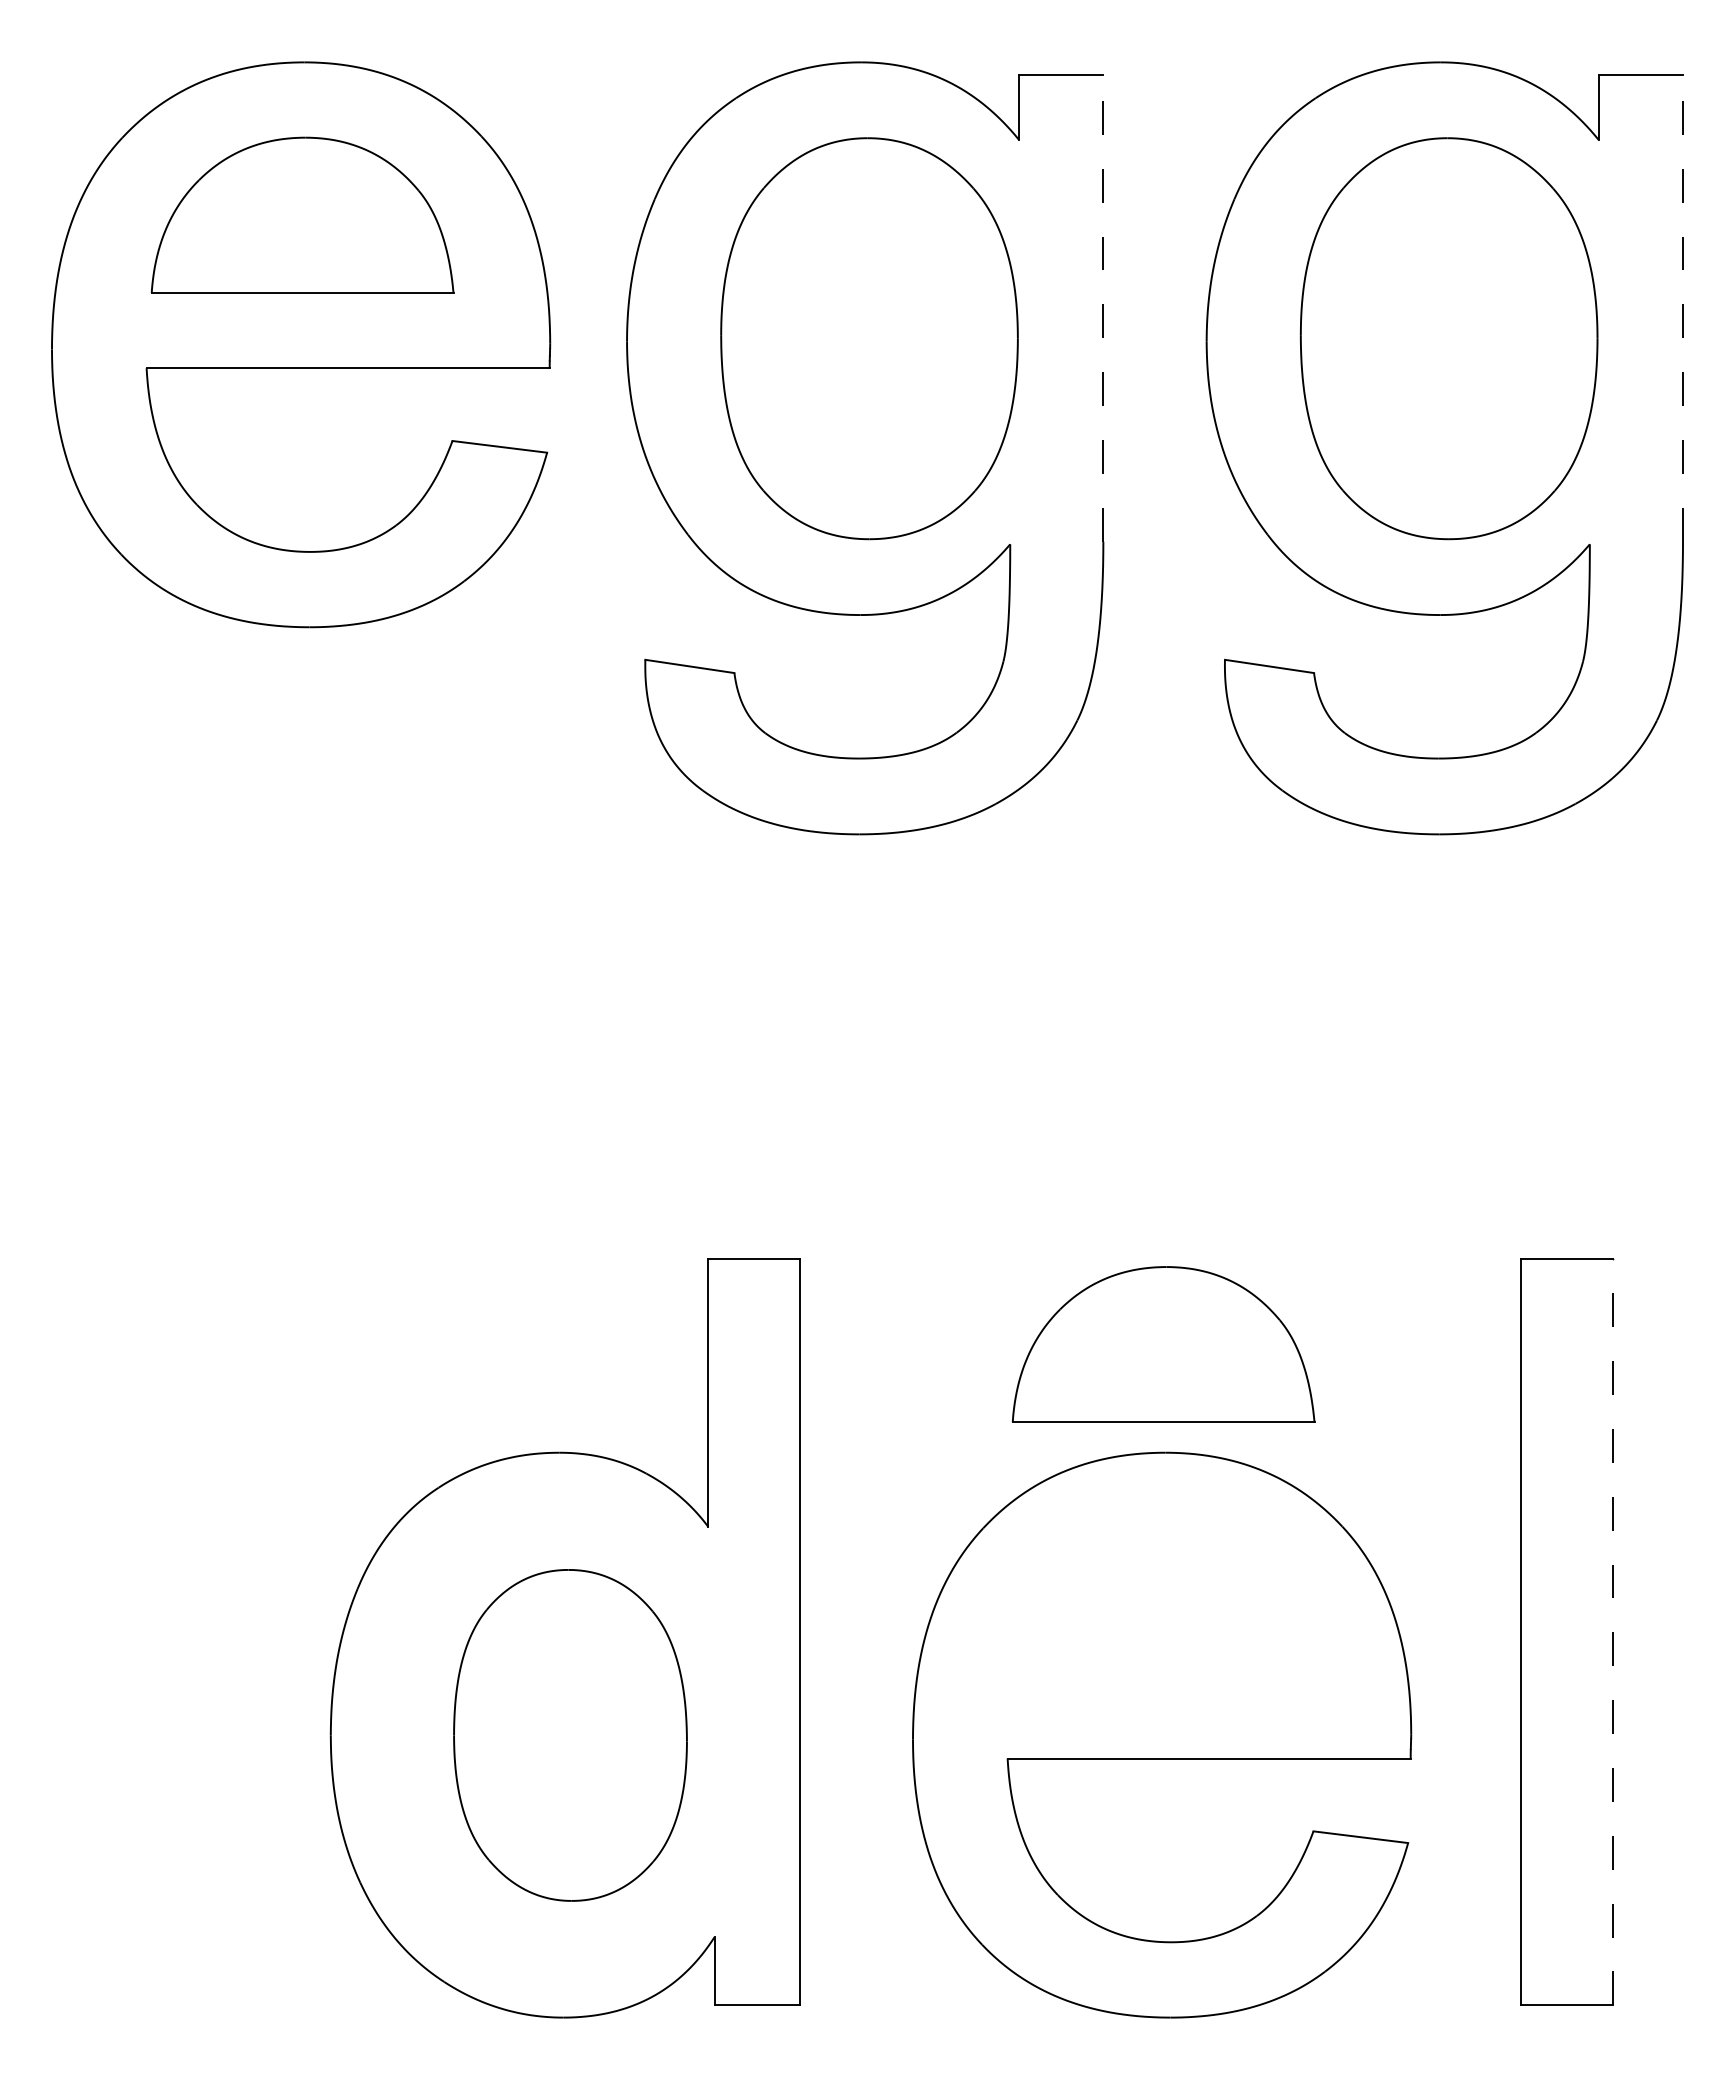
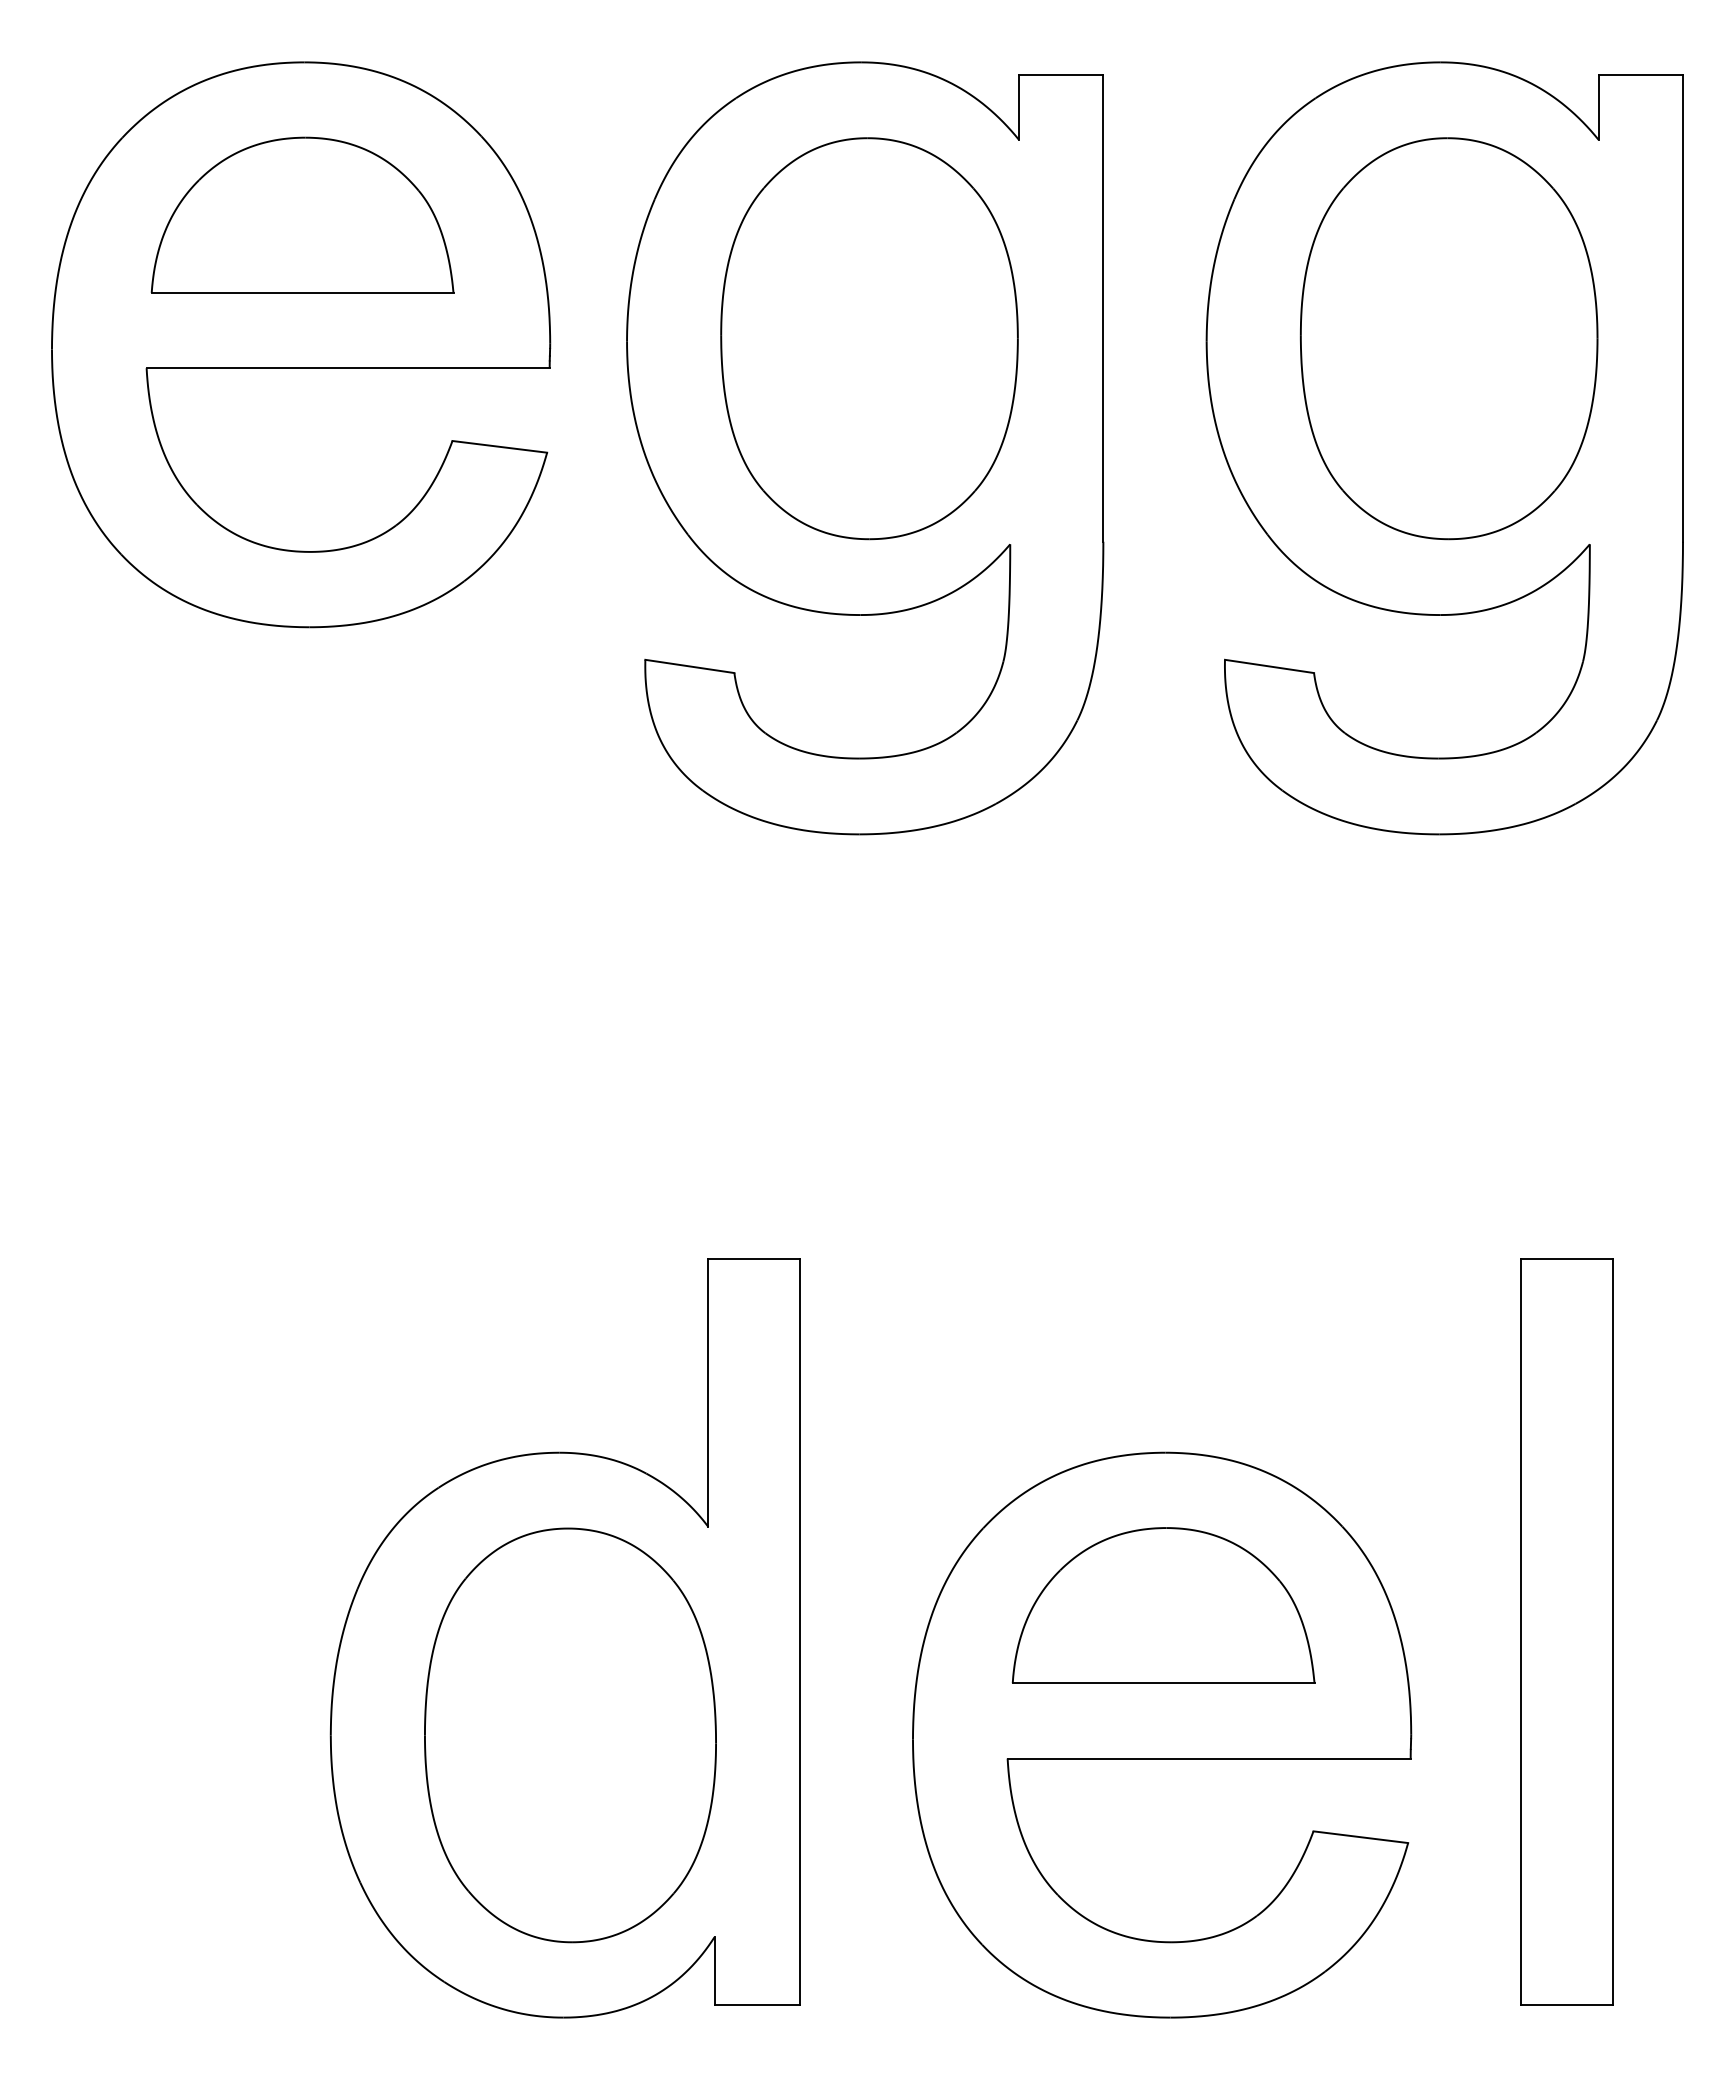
line at (1103, 308): dashed -> solid
line at (1683, 308): dashed -> solid
part at (1163, 1344) position: (1163, 1344) -> (1163, 1605)
line at (1612, 1631): dashed -> solid
part at (570, 1735) size: 235x333 px -> 293x417 px
